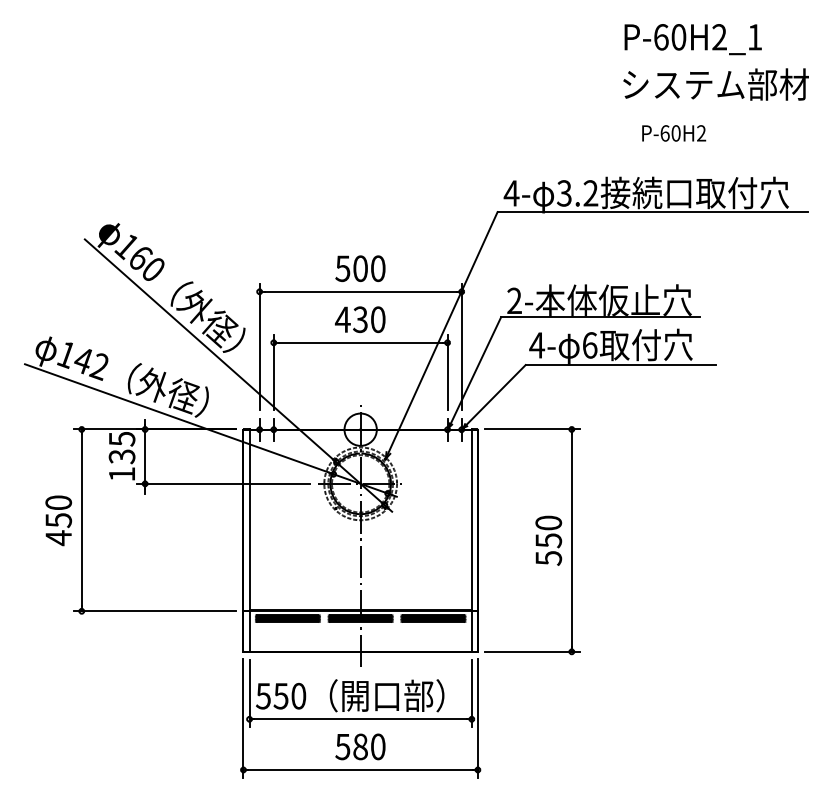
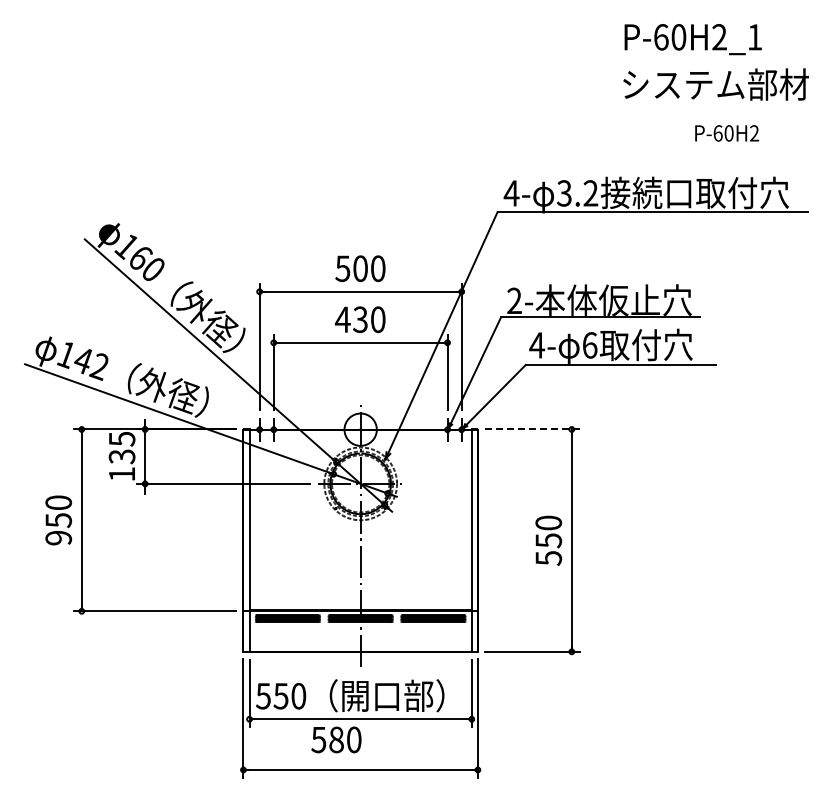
text at (674, 133) position: (674, 133) -> (727, 133)
line at (533, 429): solid -> dashed
text at (58, 538): 450 -> 950
text at (360, 746) position: (360, 746) -> (336, 739)
